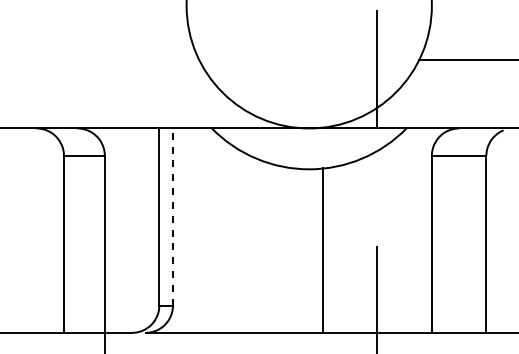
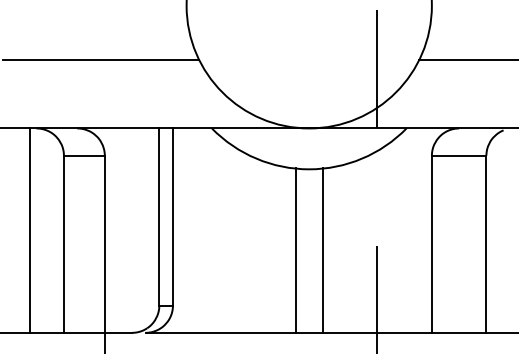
line at (100, 60): none -> present
line at (172, 217): dashed -> solid
line at (29, 230): none -> present
line at (295, 250): none -> present
